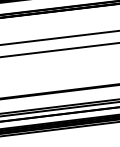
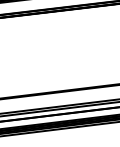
line at (59, 37): present -> none
line at (59, 49): present -> none
